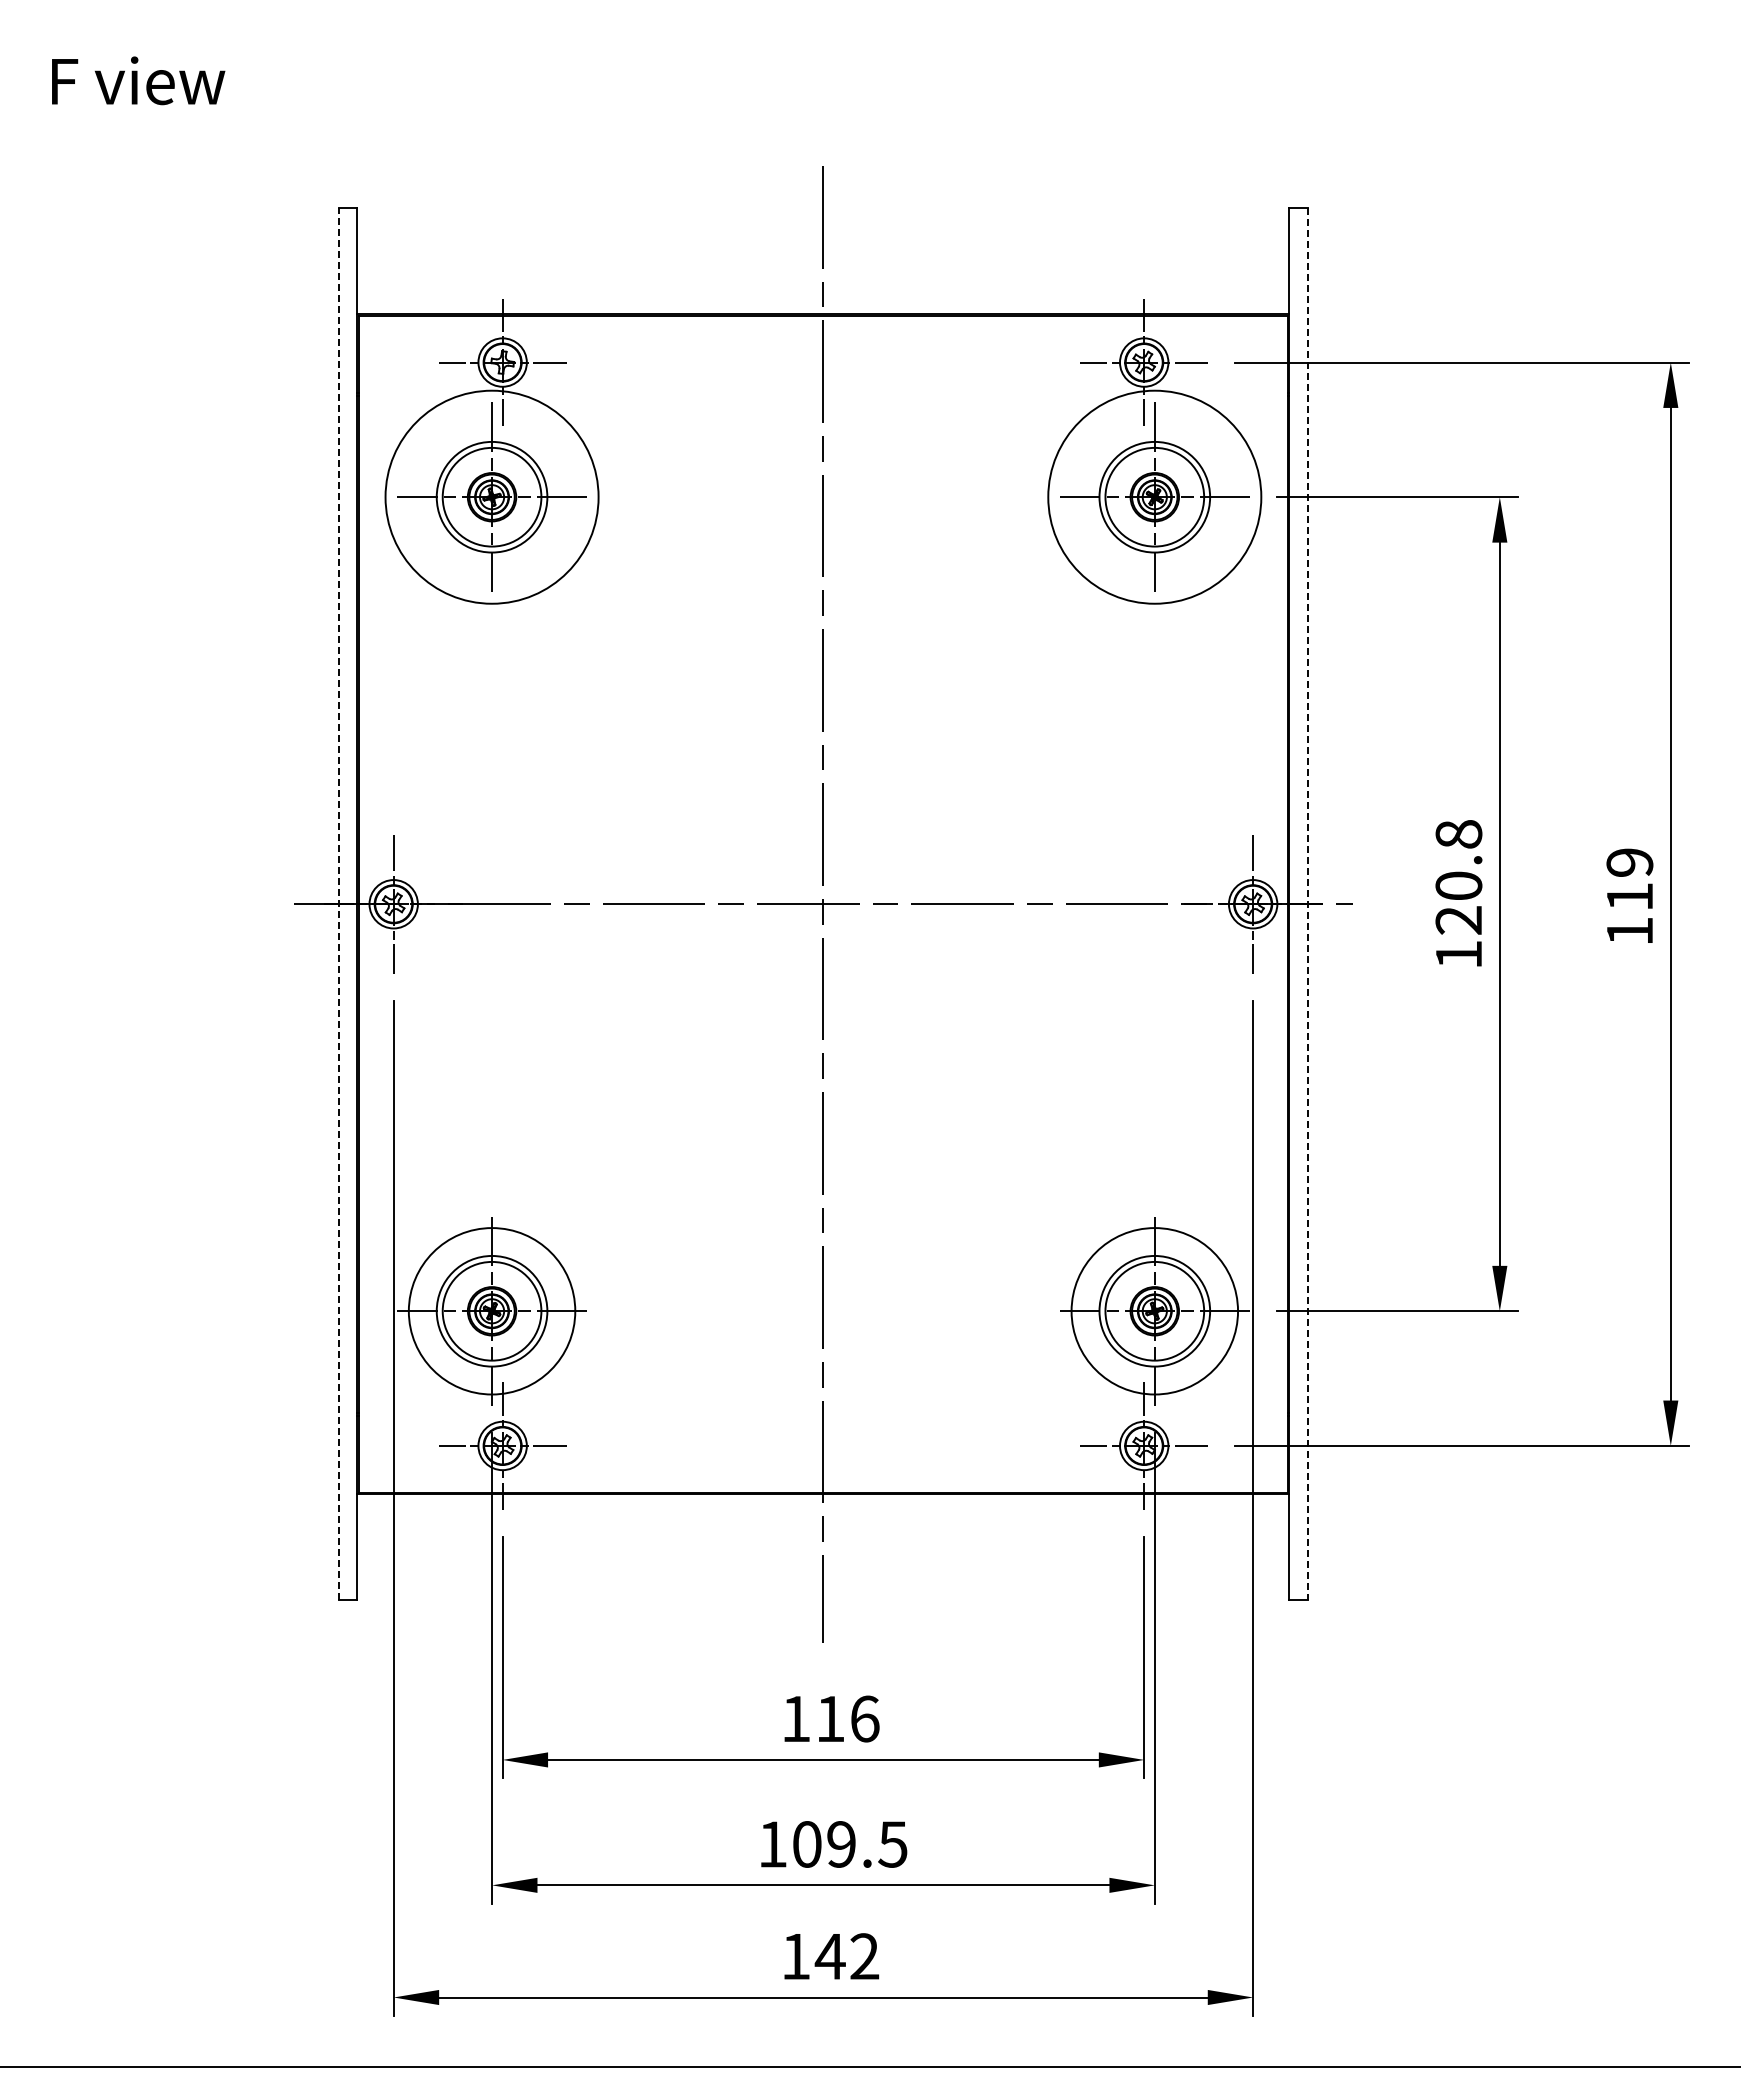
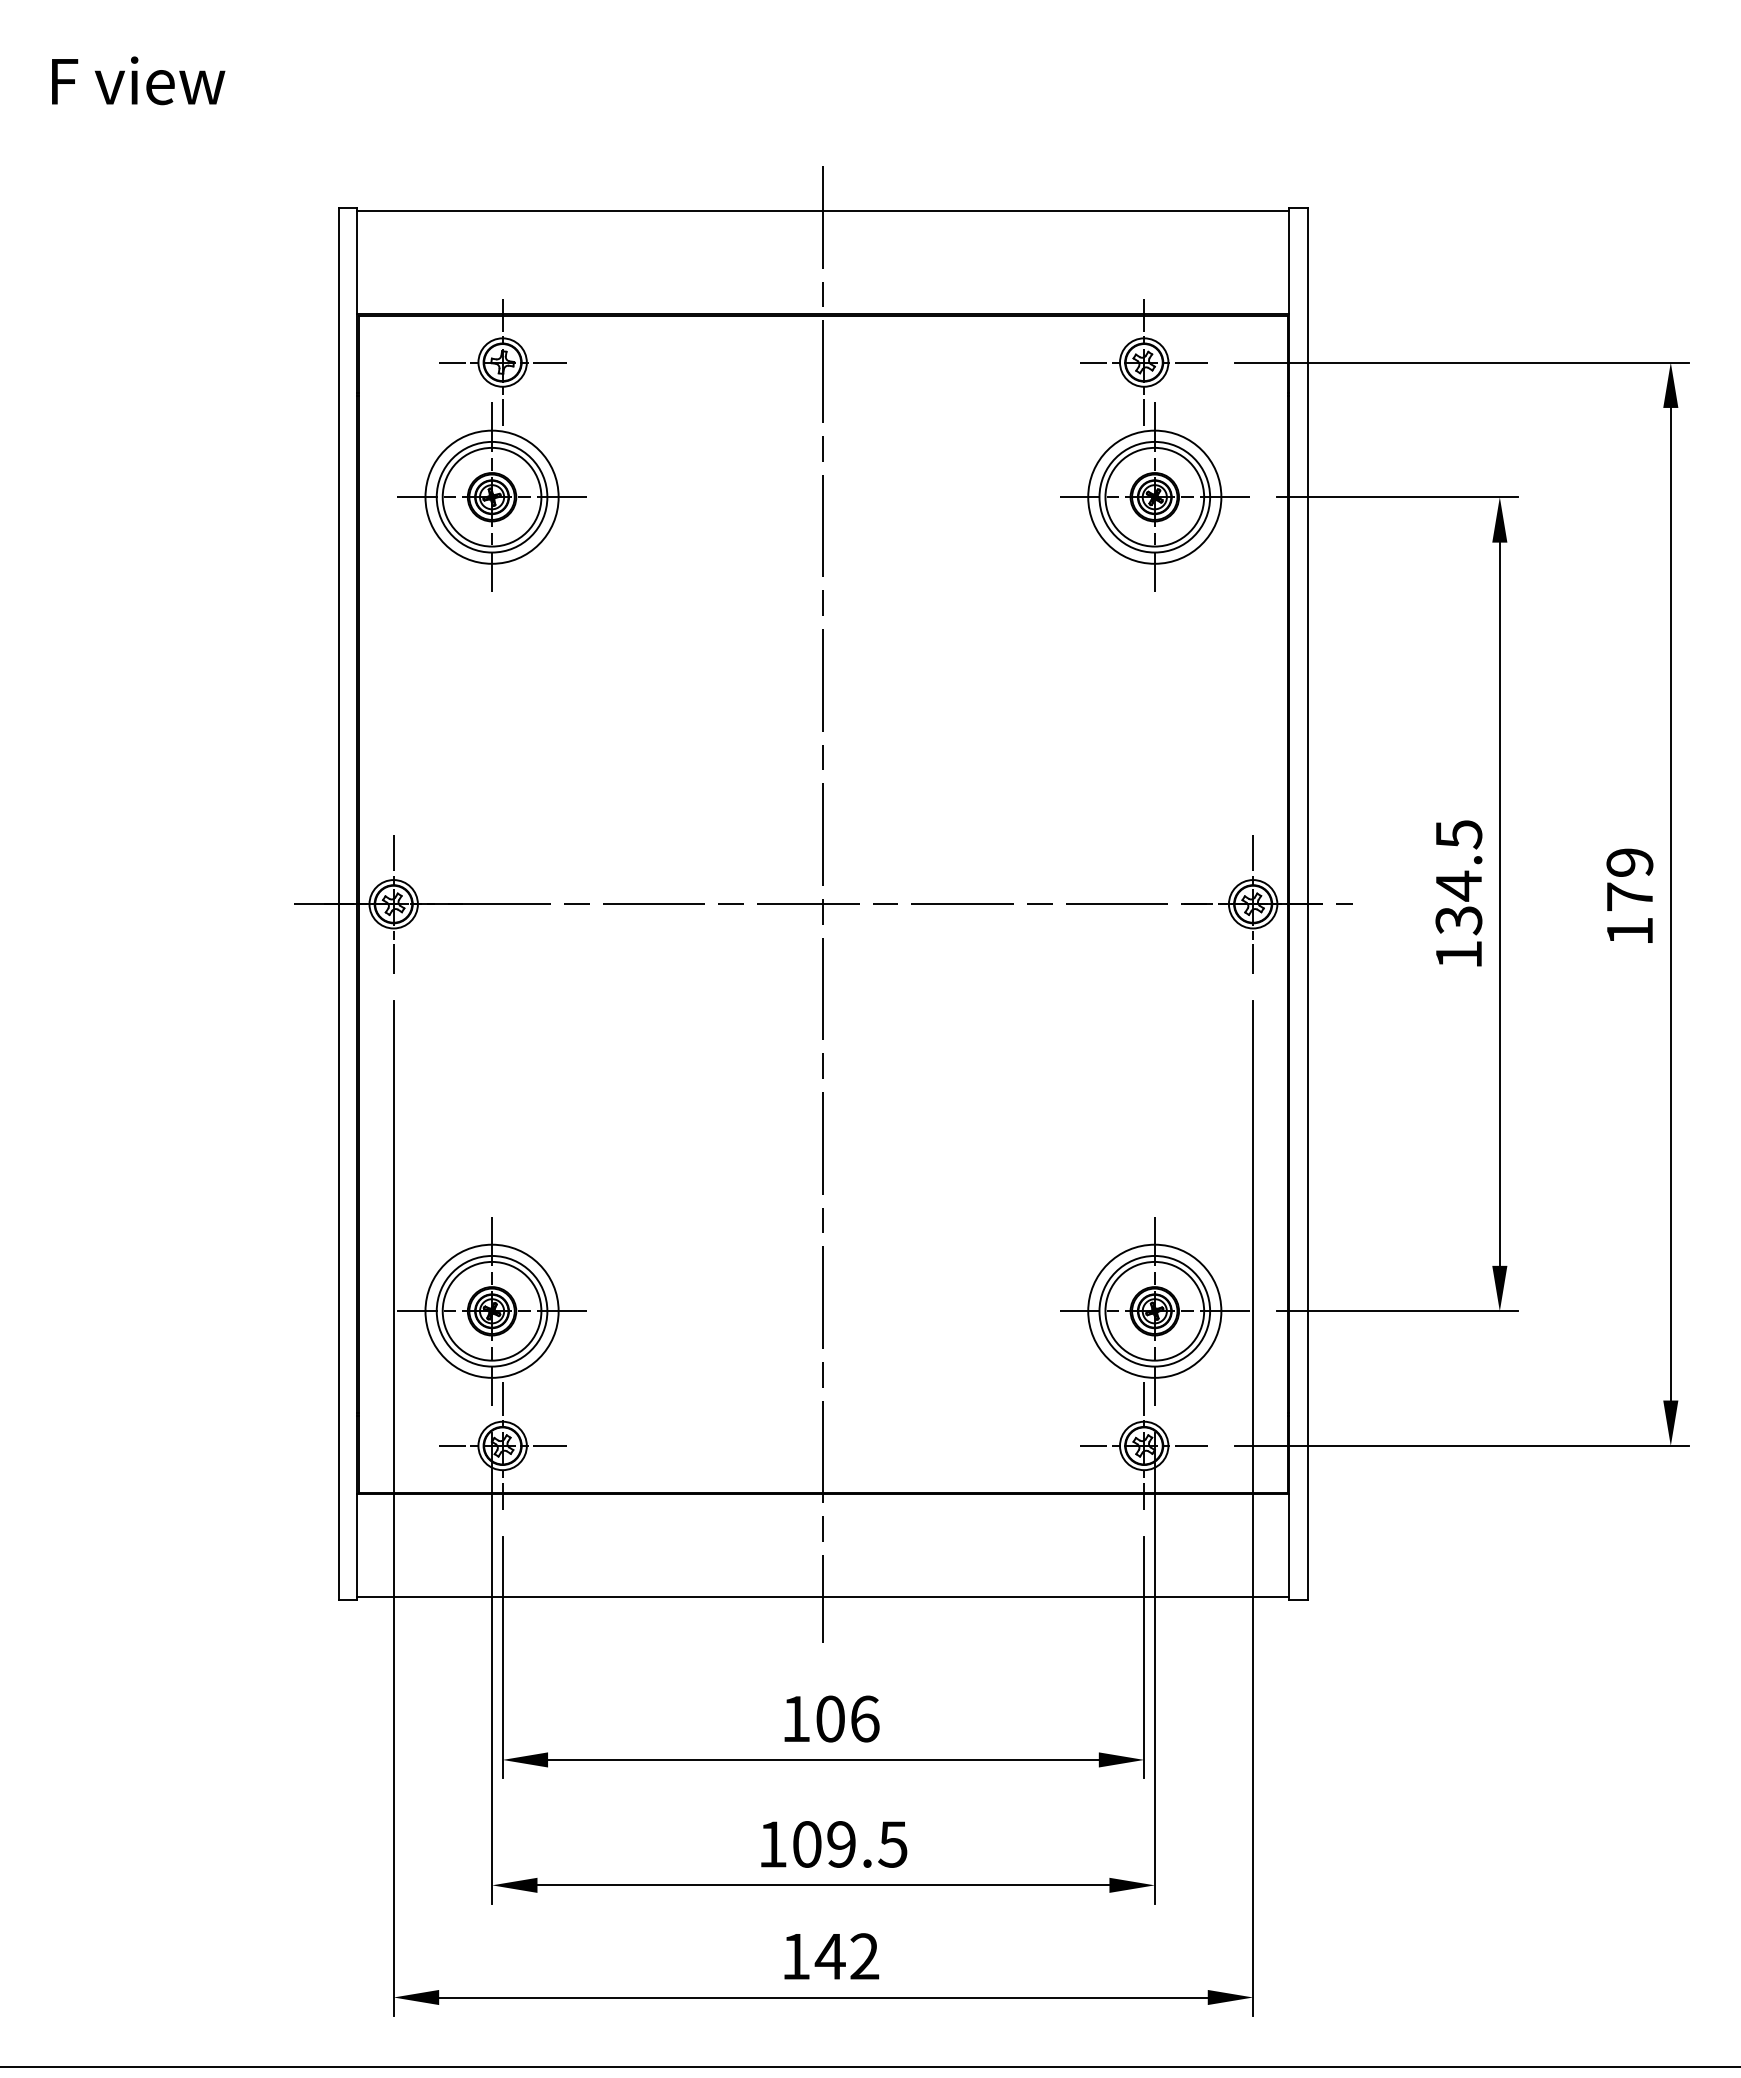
line at (823, 211): none -> present
circle at (491, 496) diameter: 213 px -> 133 px
circle at (1154, 496) diameter: 213 px -> 133 px
text at (1458, 877): 120.8 -> 134.5
text at (1629, 896): 119 -> 179
line at (339, 903): dashed -> solid
line at (1307, 904): dashed -> solid
circle at (491, 1311) diameter: 166 px -> 133 px
circle at (1154, 1311) diameter: 166 px -> 133 px
line at (823, 1597): none -> present
text at (830, 1718): 116 -> 106
